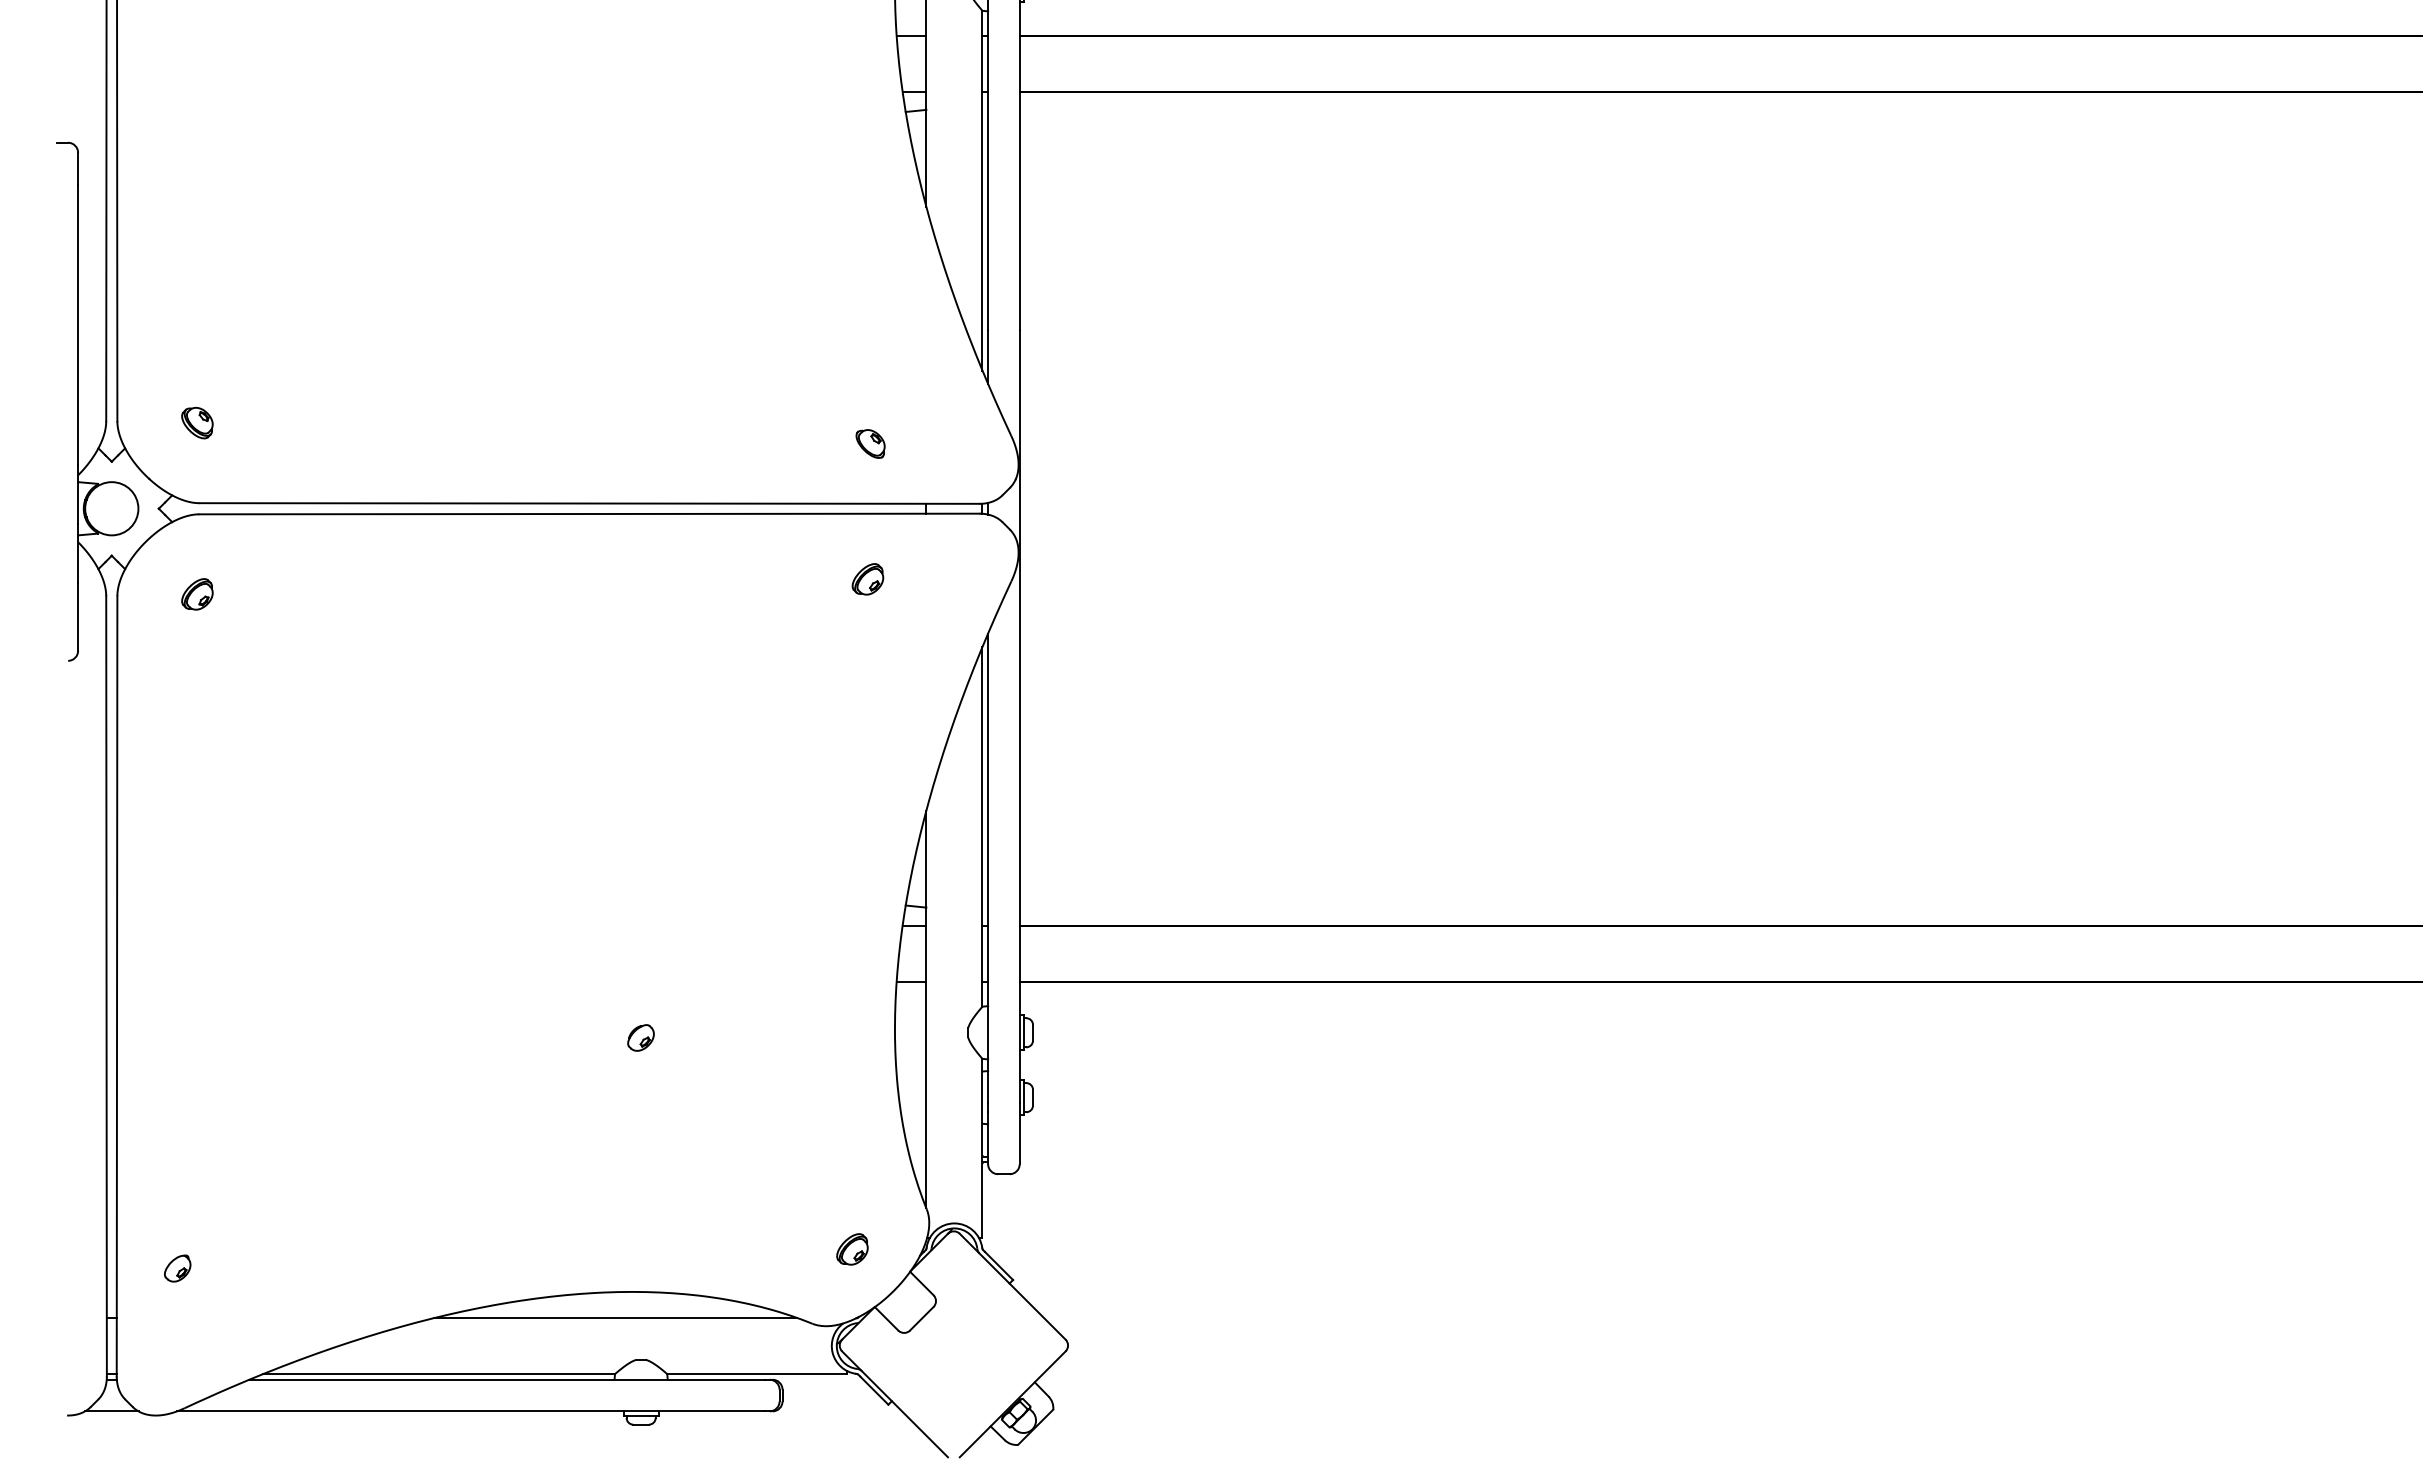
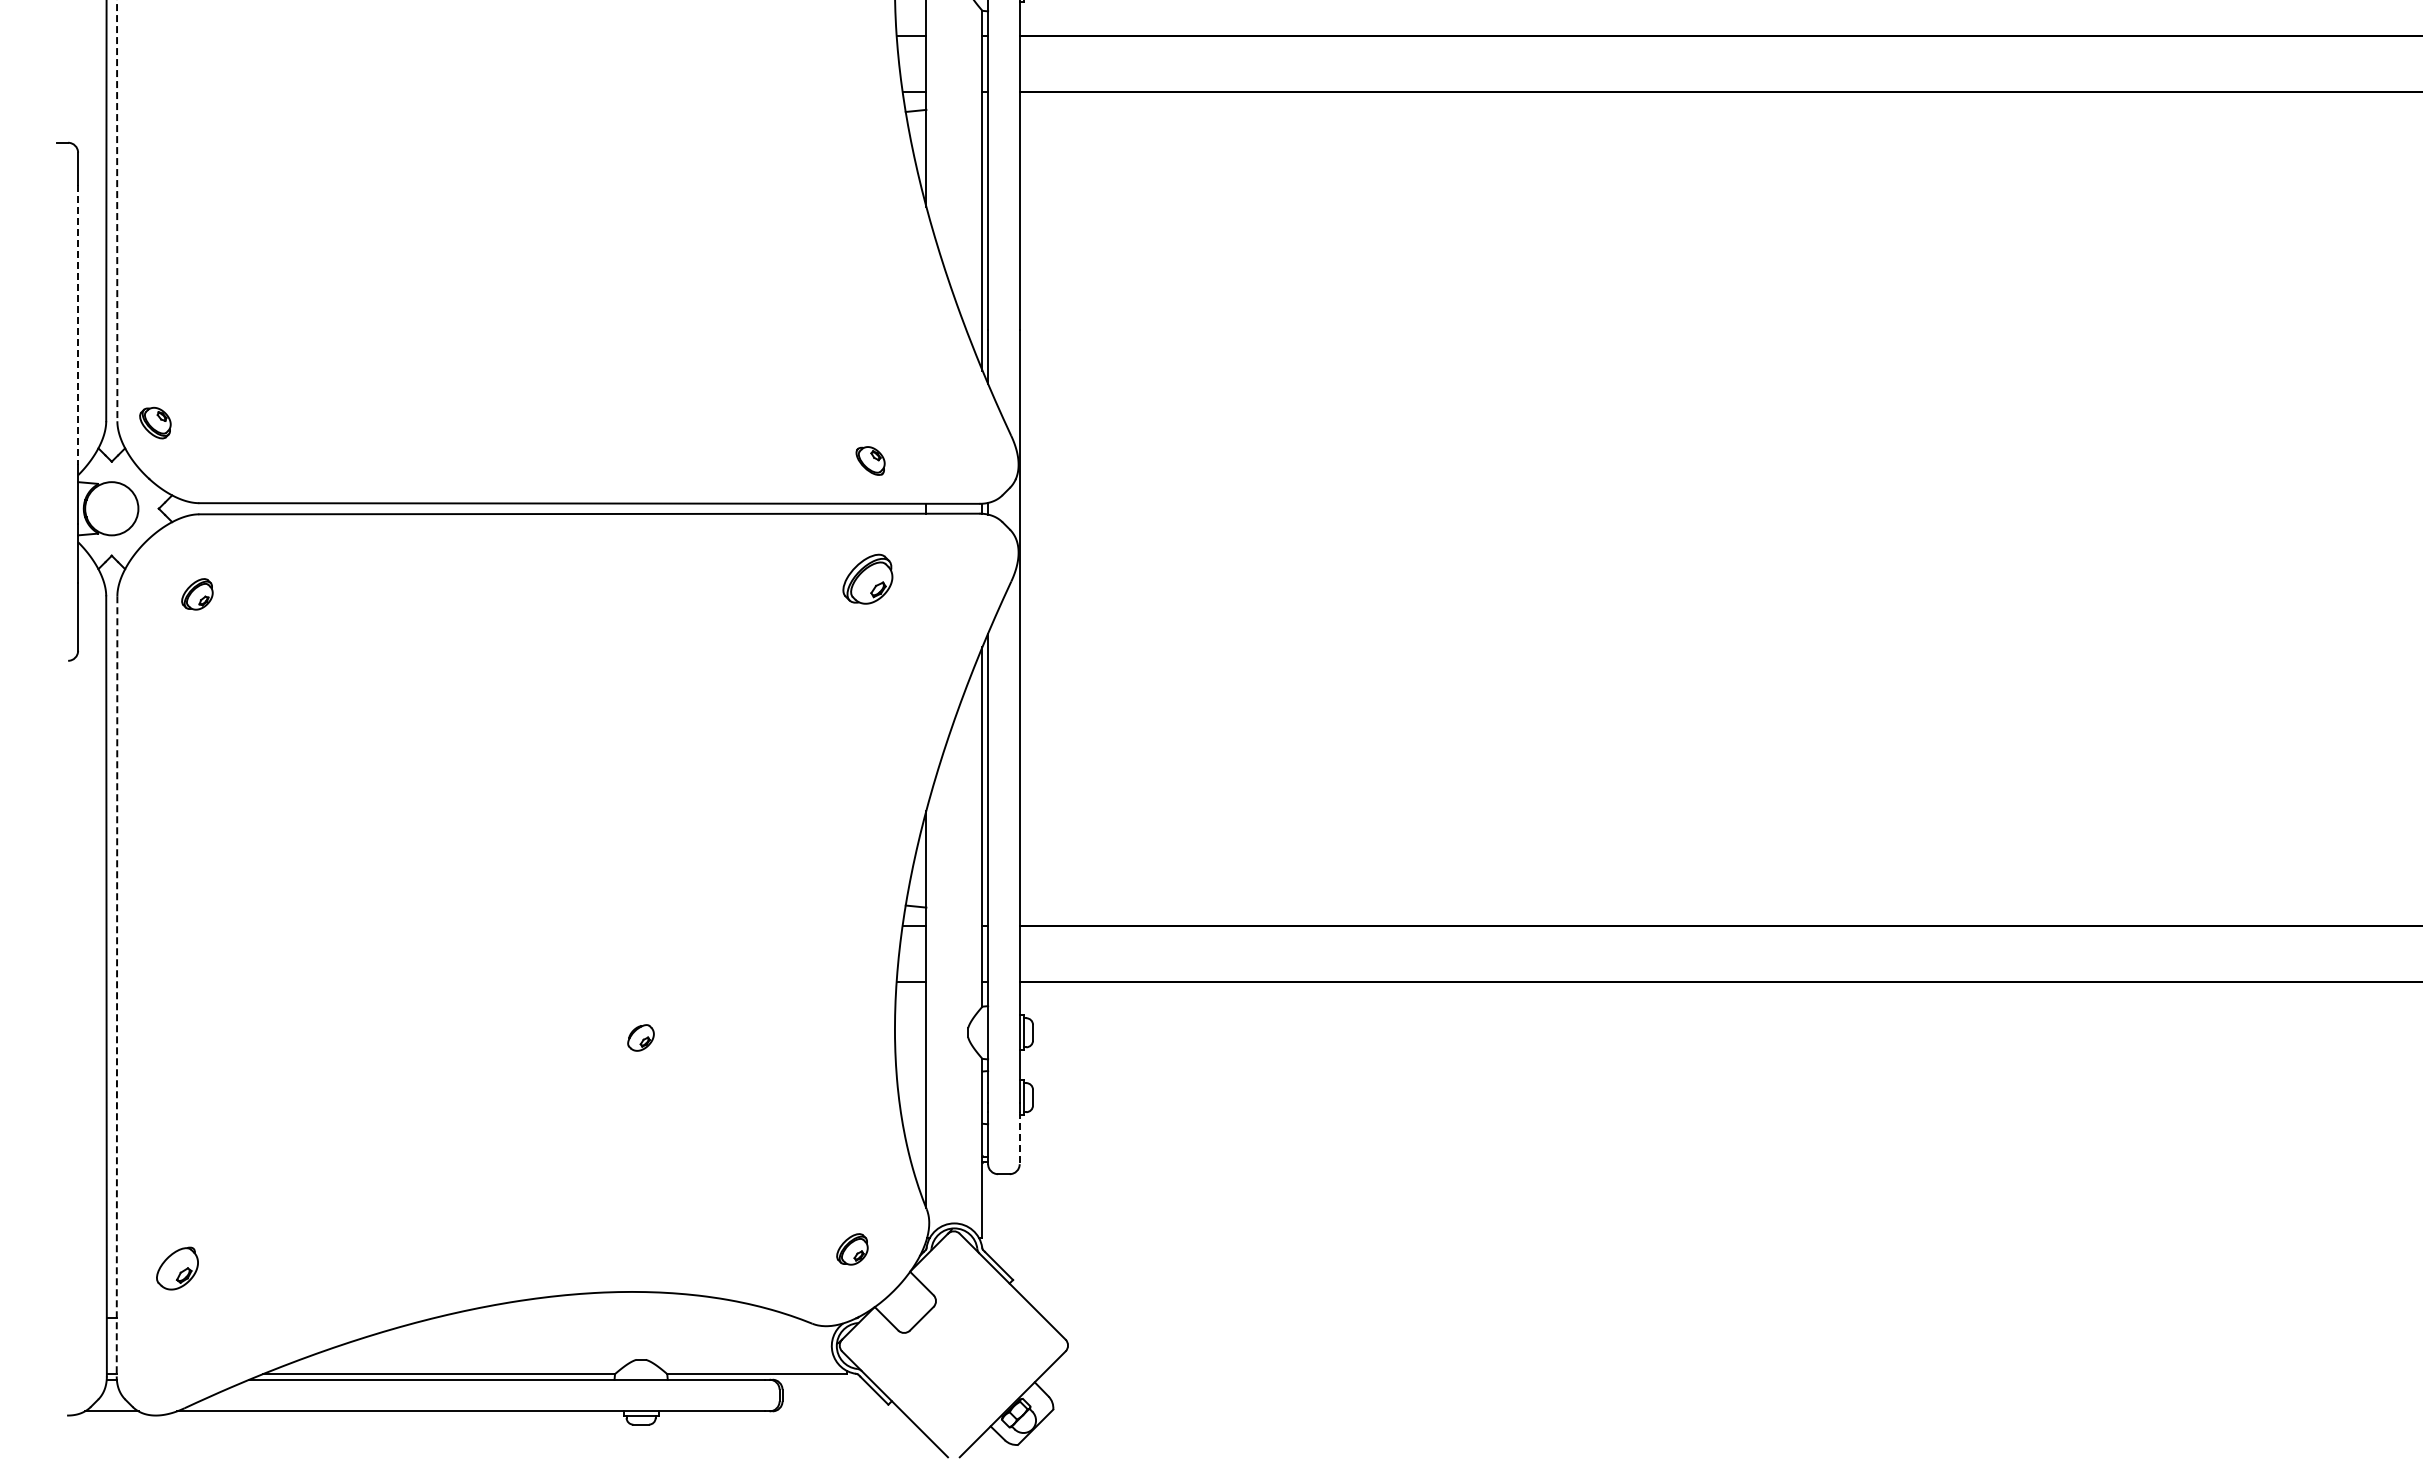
line at (117, 211): solid -> dashed
line at (78, 324): solid -> dashed
part at (197, 422) position: (197, 422) -> (155, 422)
part at (870, 443) position: (870, 443) -> (870, 460)
part at (867, 579) size: 34x33 px -> 52x52 px
line at (117, 986): solid -> dashed
line at (1019, 1138): solid -> dashed
part at (177, 1268) size: 28x29 px -> 43x45 px
line at (615, 1318): present -> none
